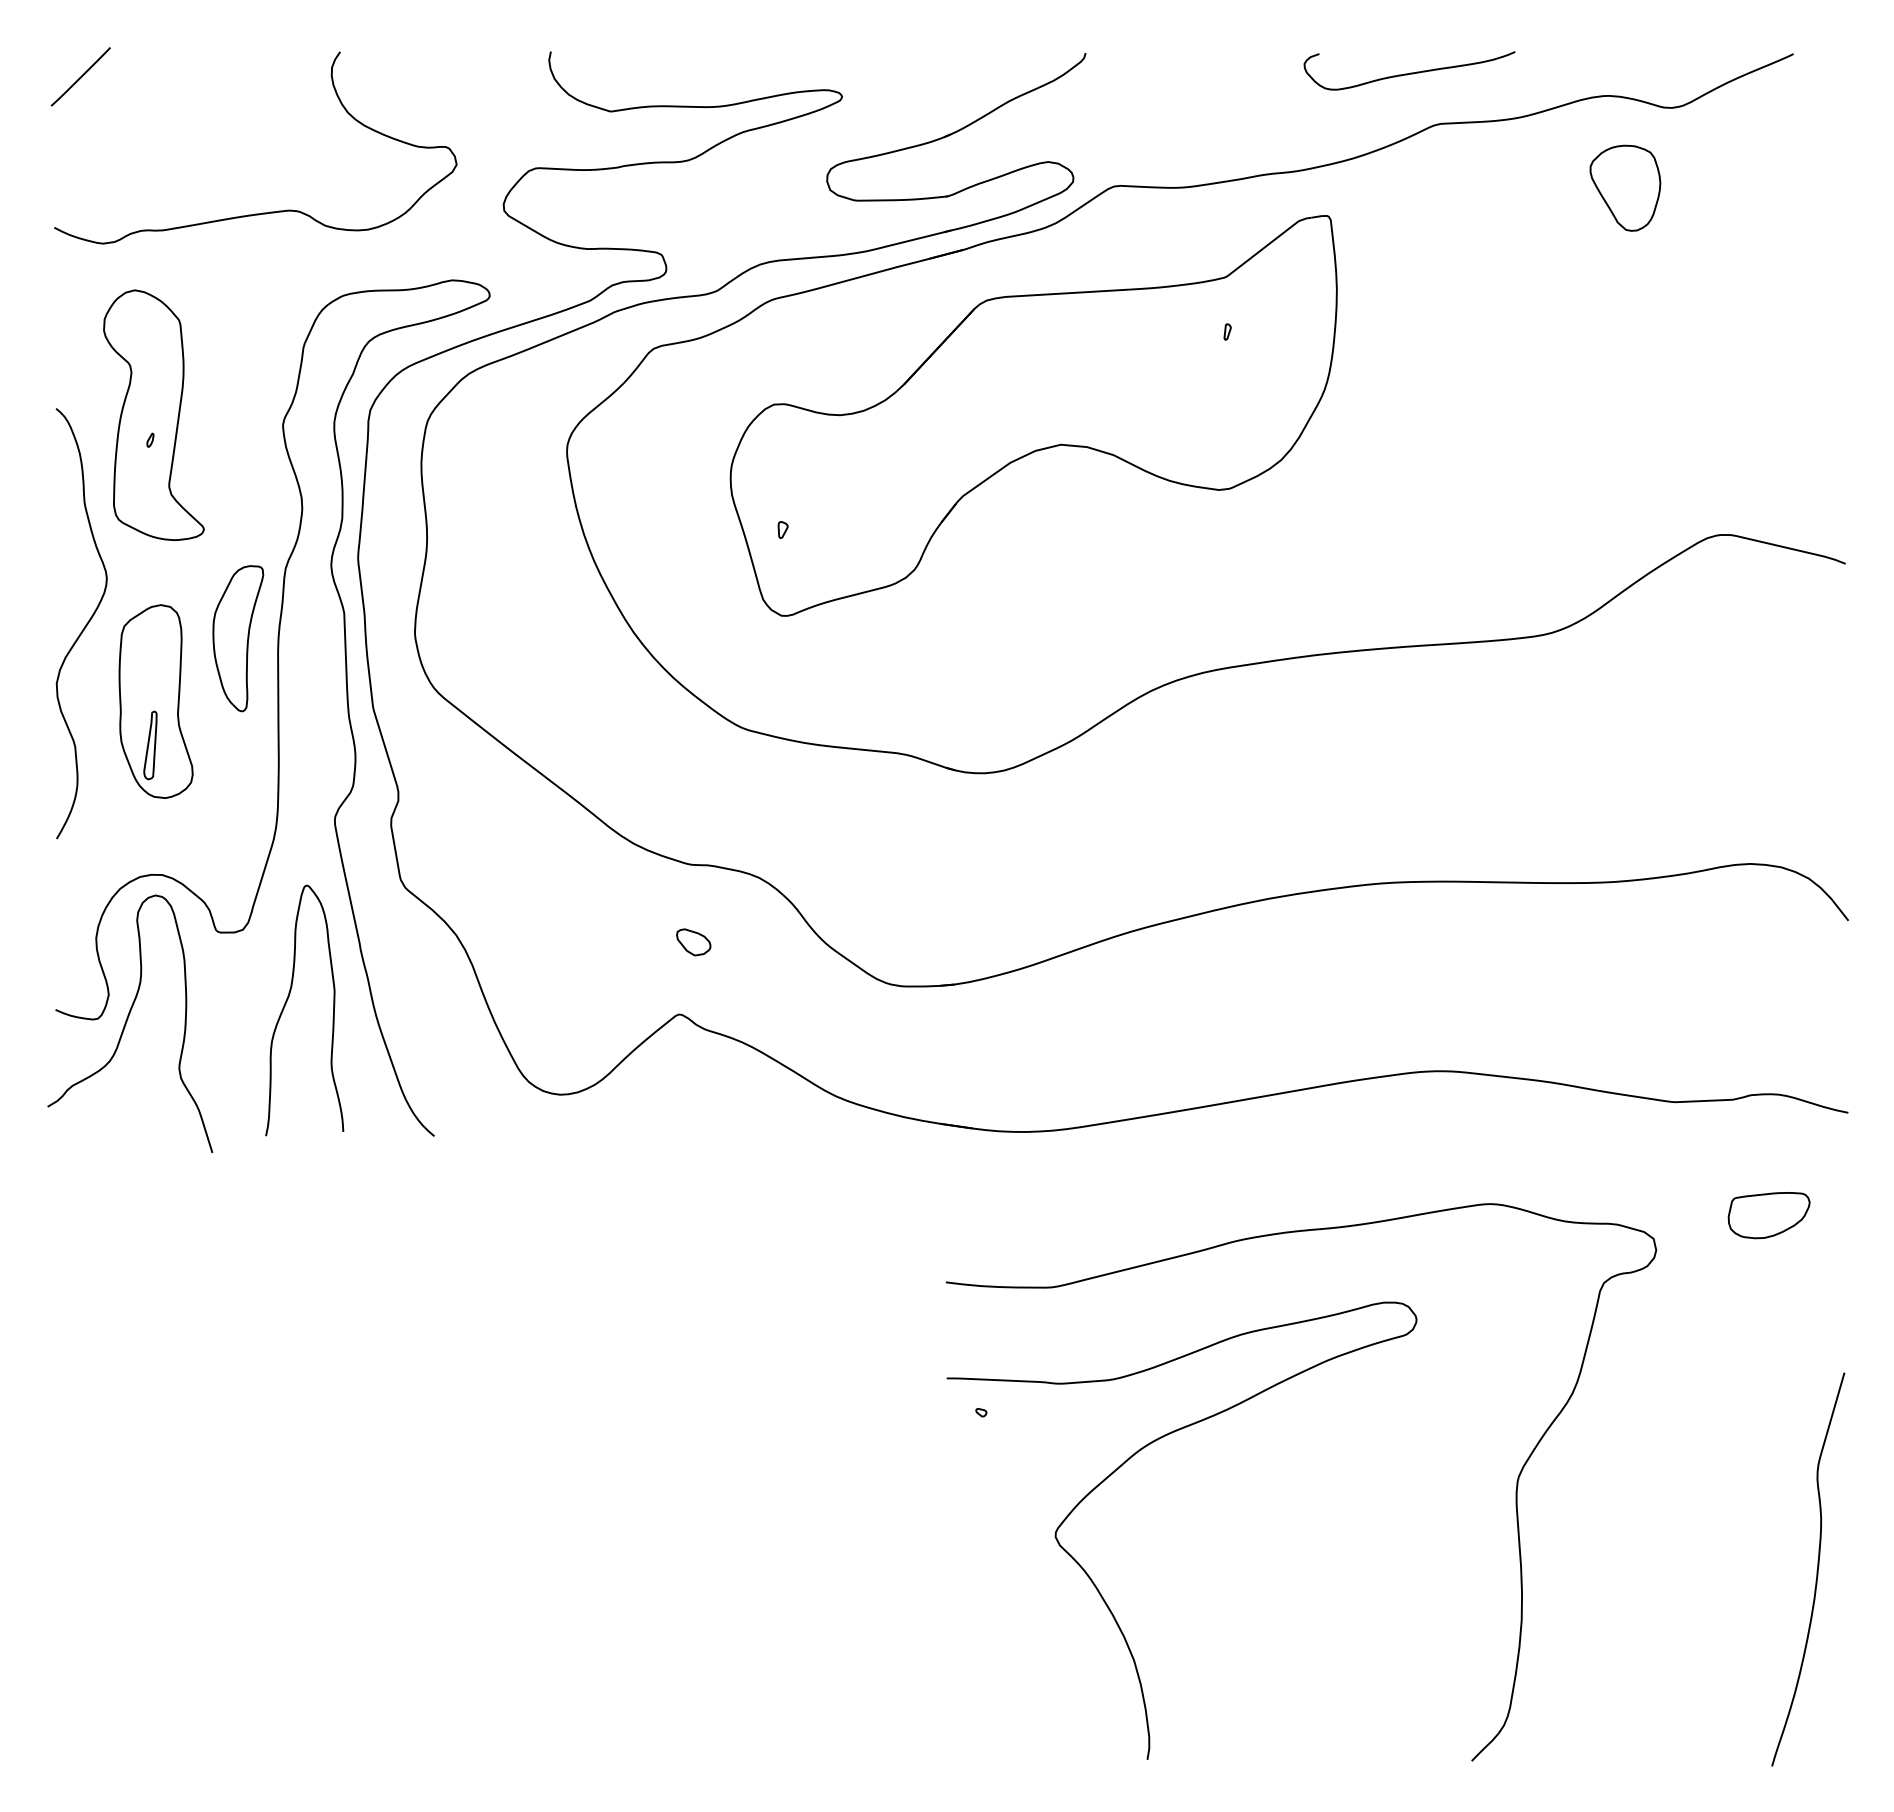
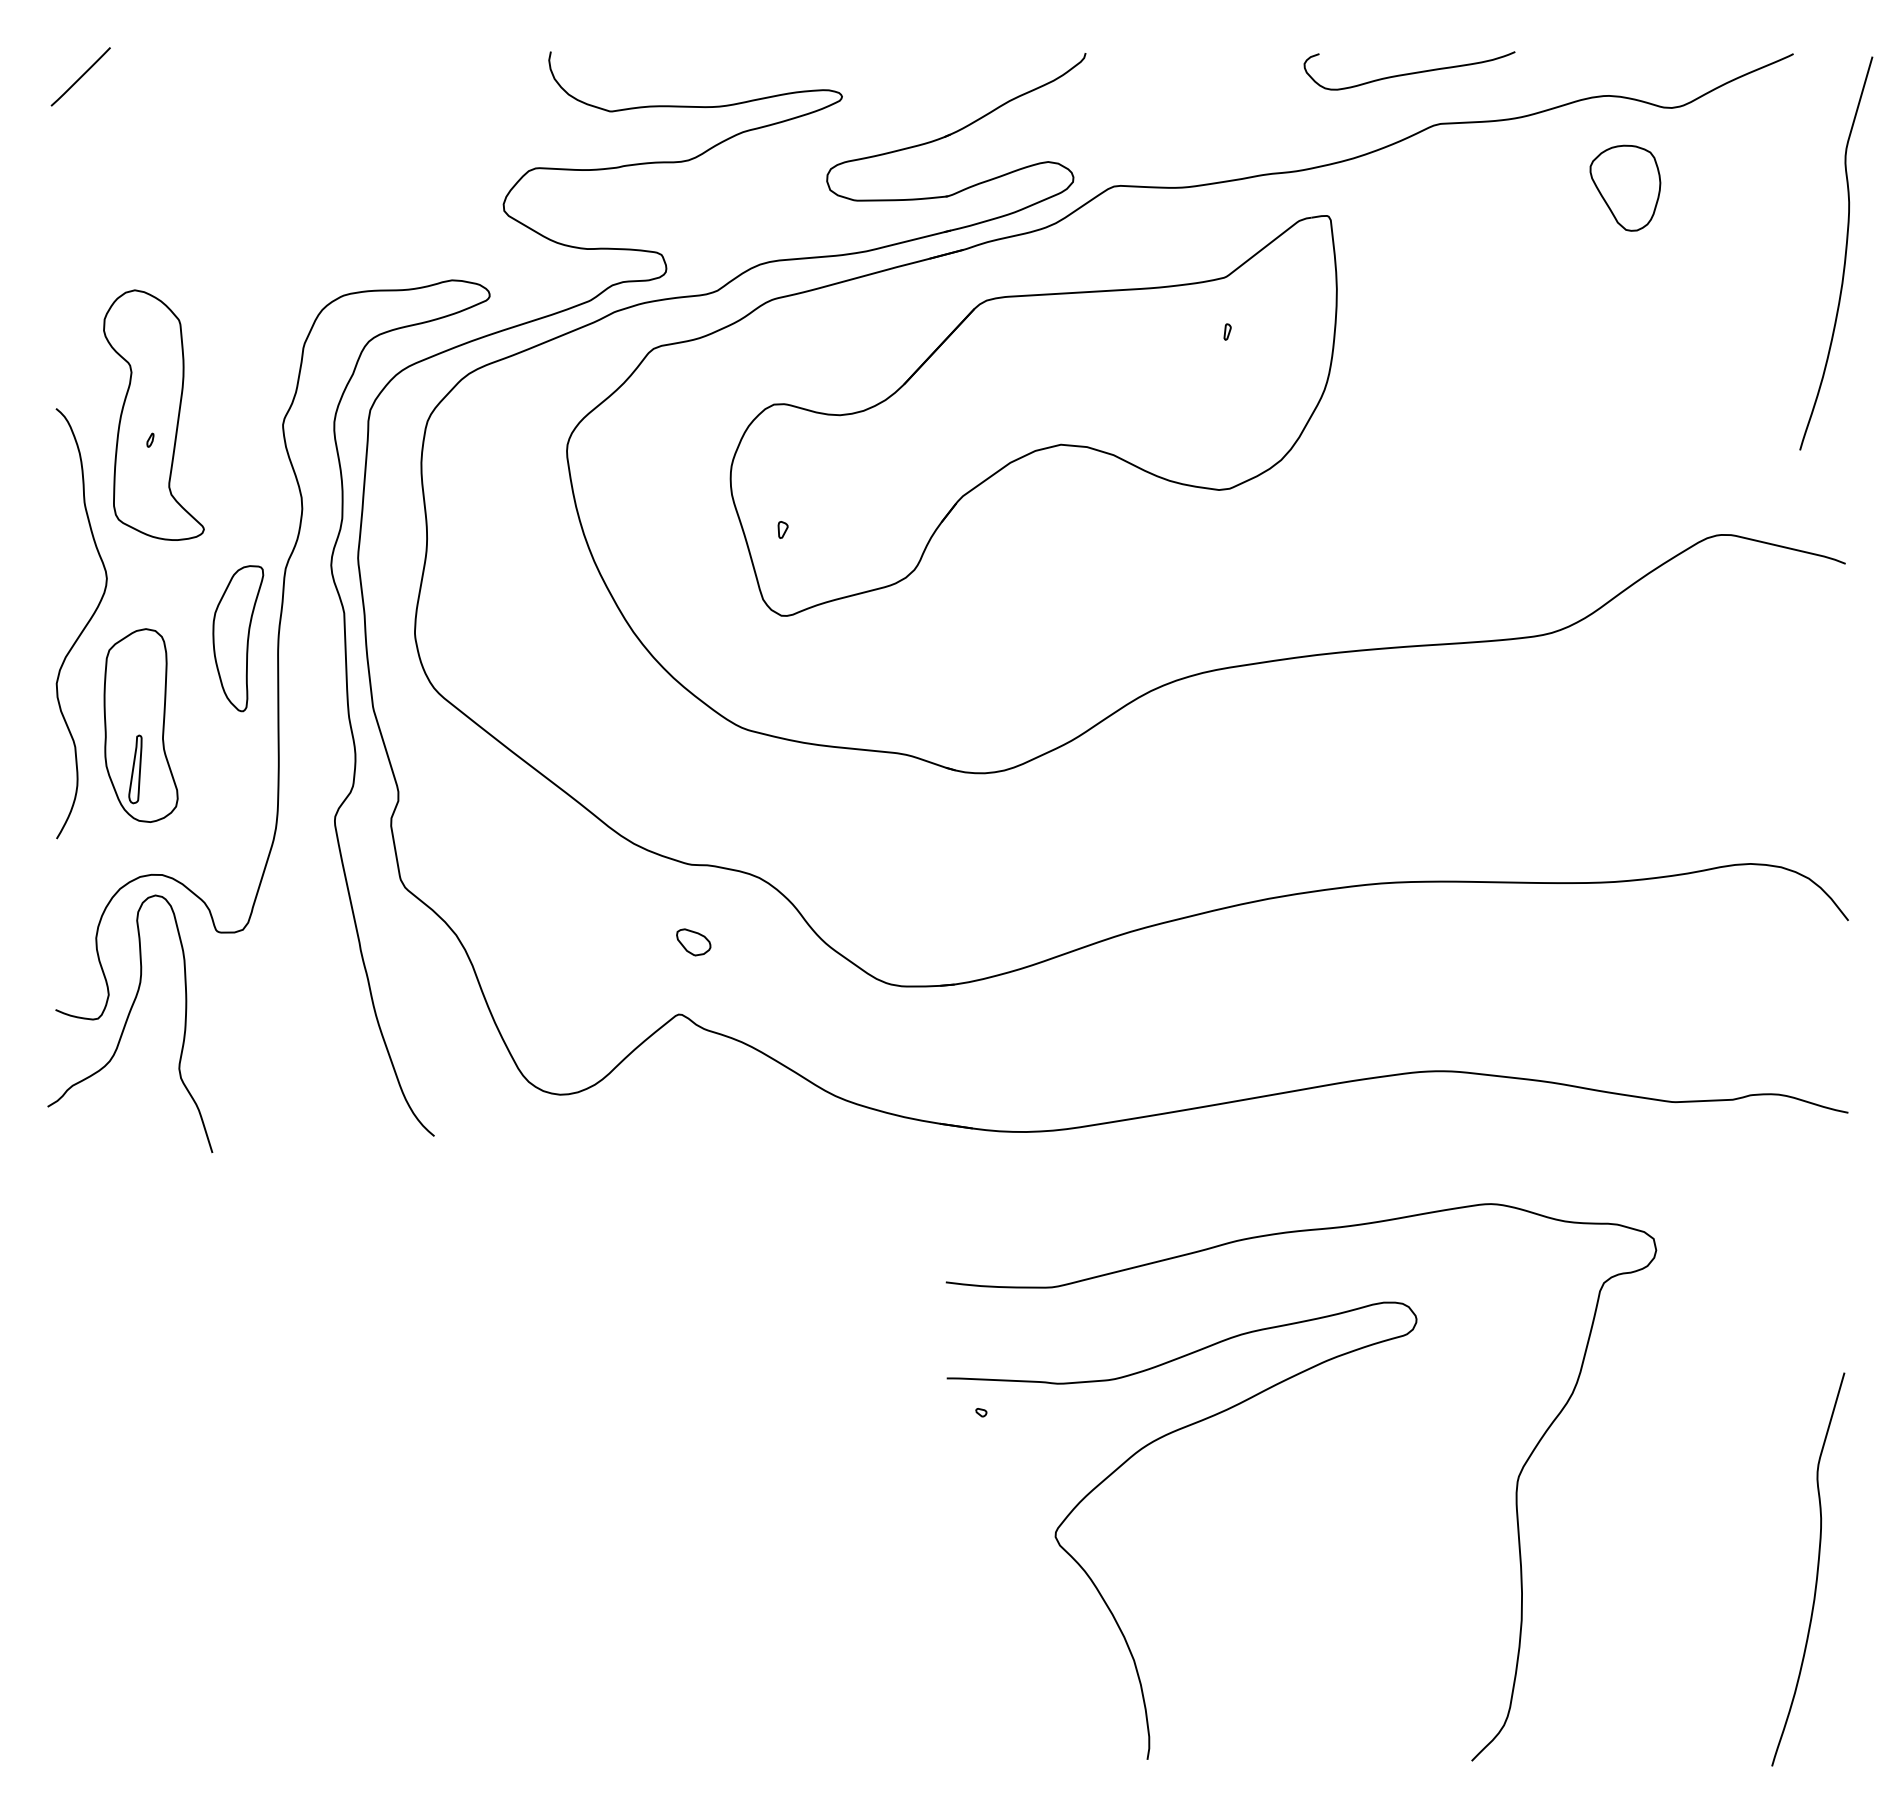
curve at (262, 212): present -> none
curve at (1844, 254): none -> present
part at (155, 701) position: (155, 701) -> (140, 725)
curve at (286, 1004): present -> none
part at (1768, 1215): present -> none
